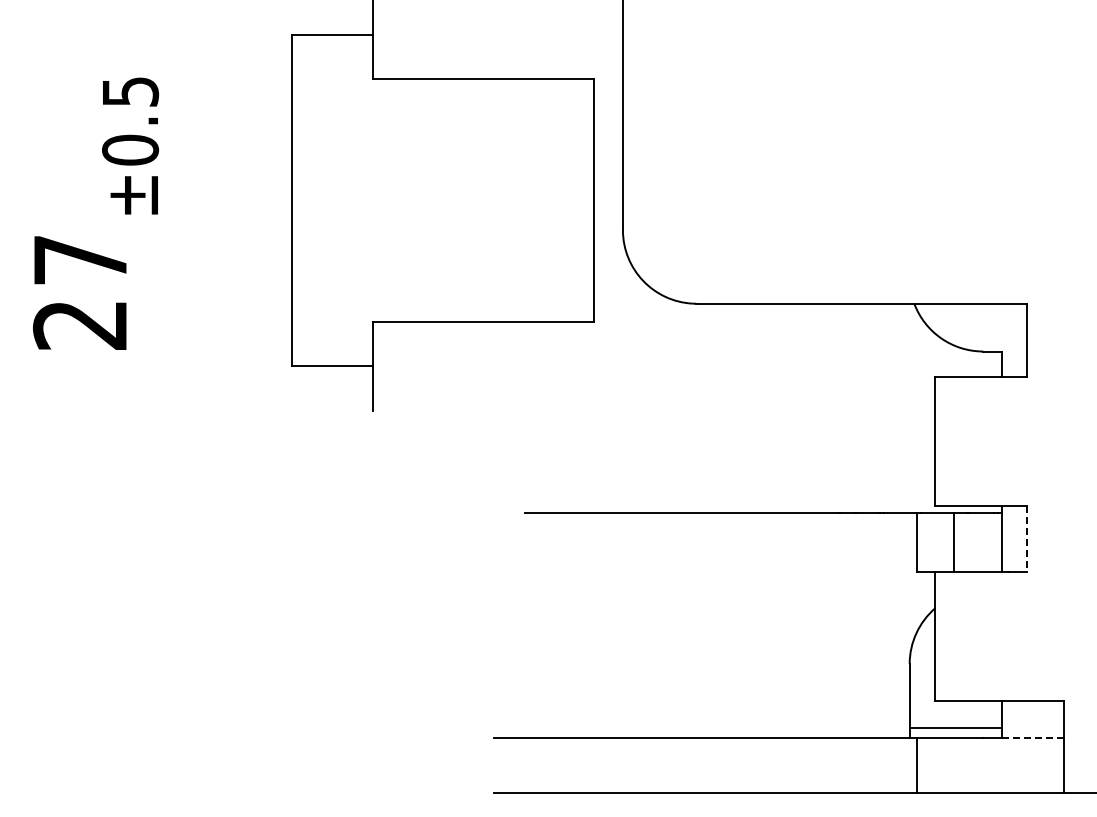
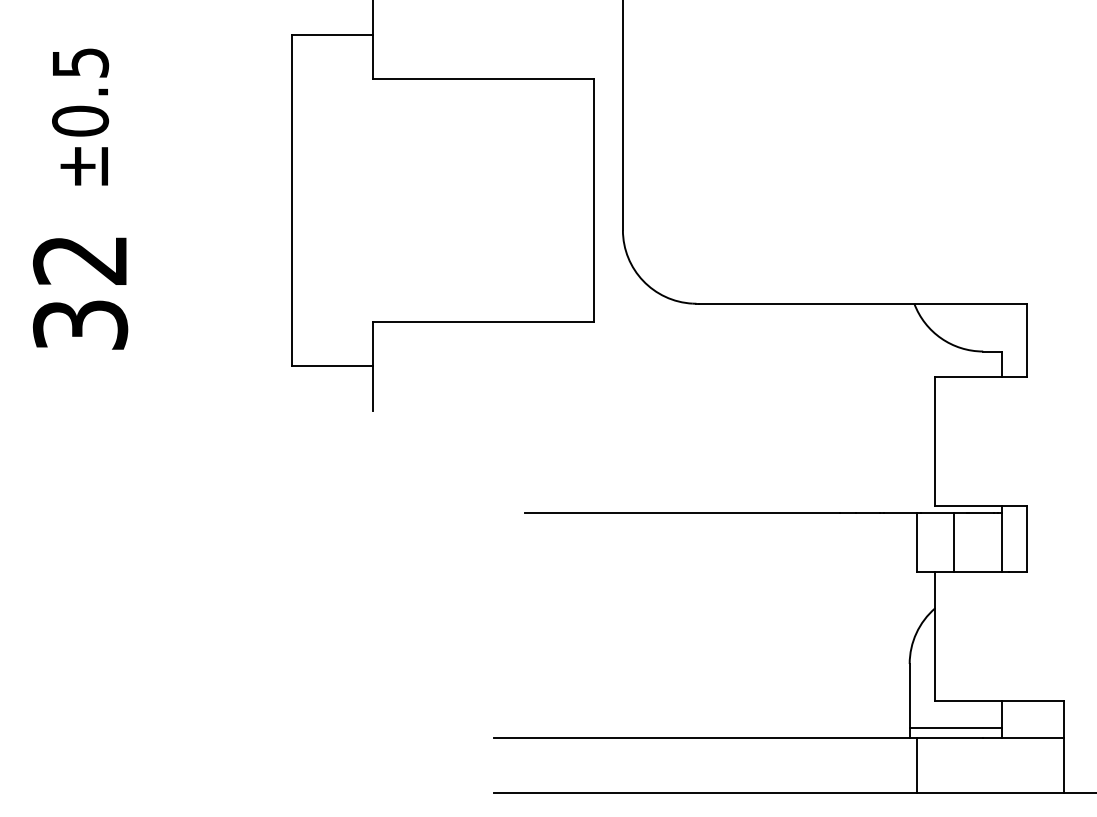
text at (130, 145) position: (130, 145) -> (80, 116)
text at (80, 292): 27 -> 32
line at (1027, 539): dashed -> solid
line at (1033, 737): dashed -> solid
